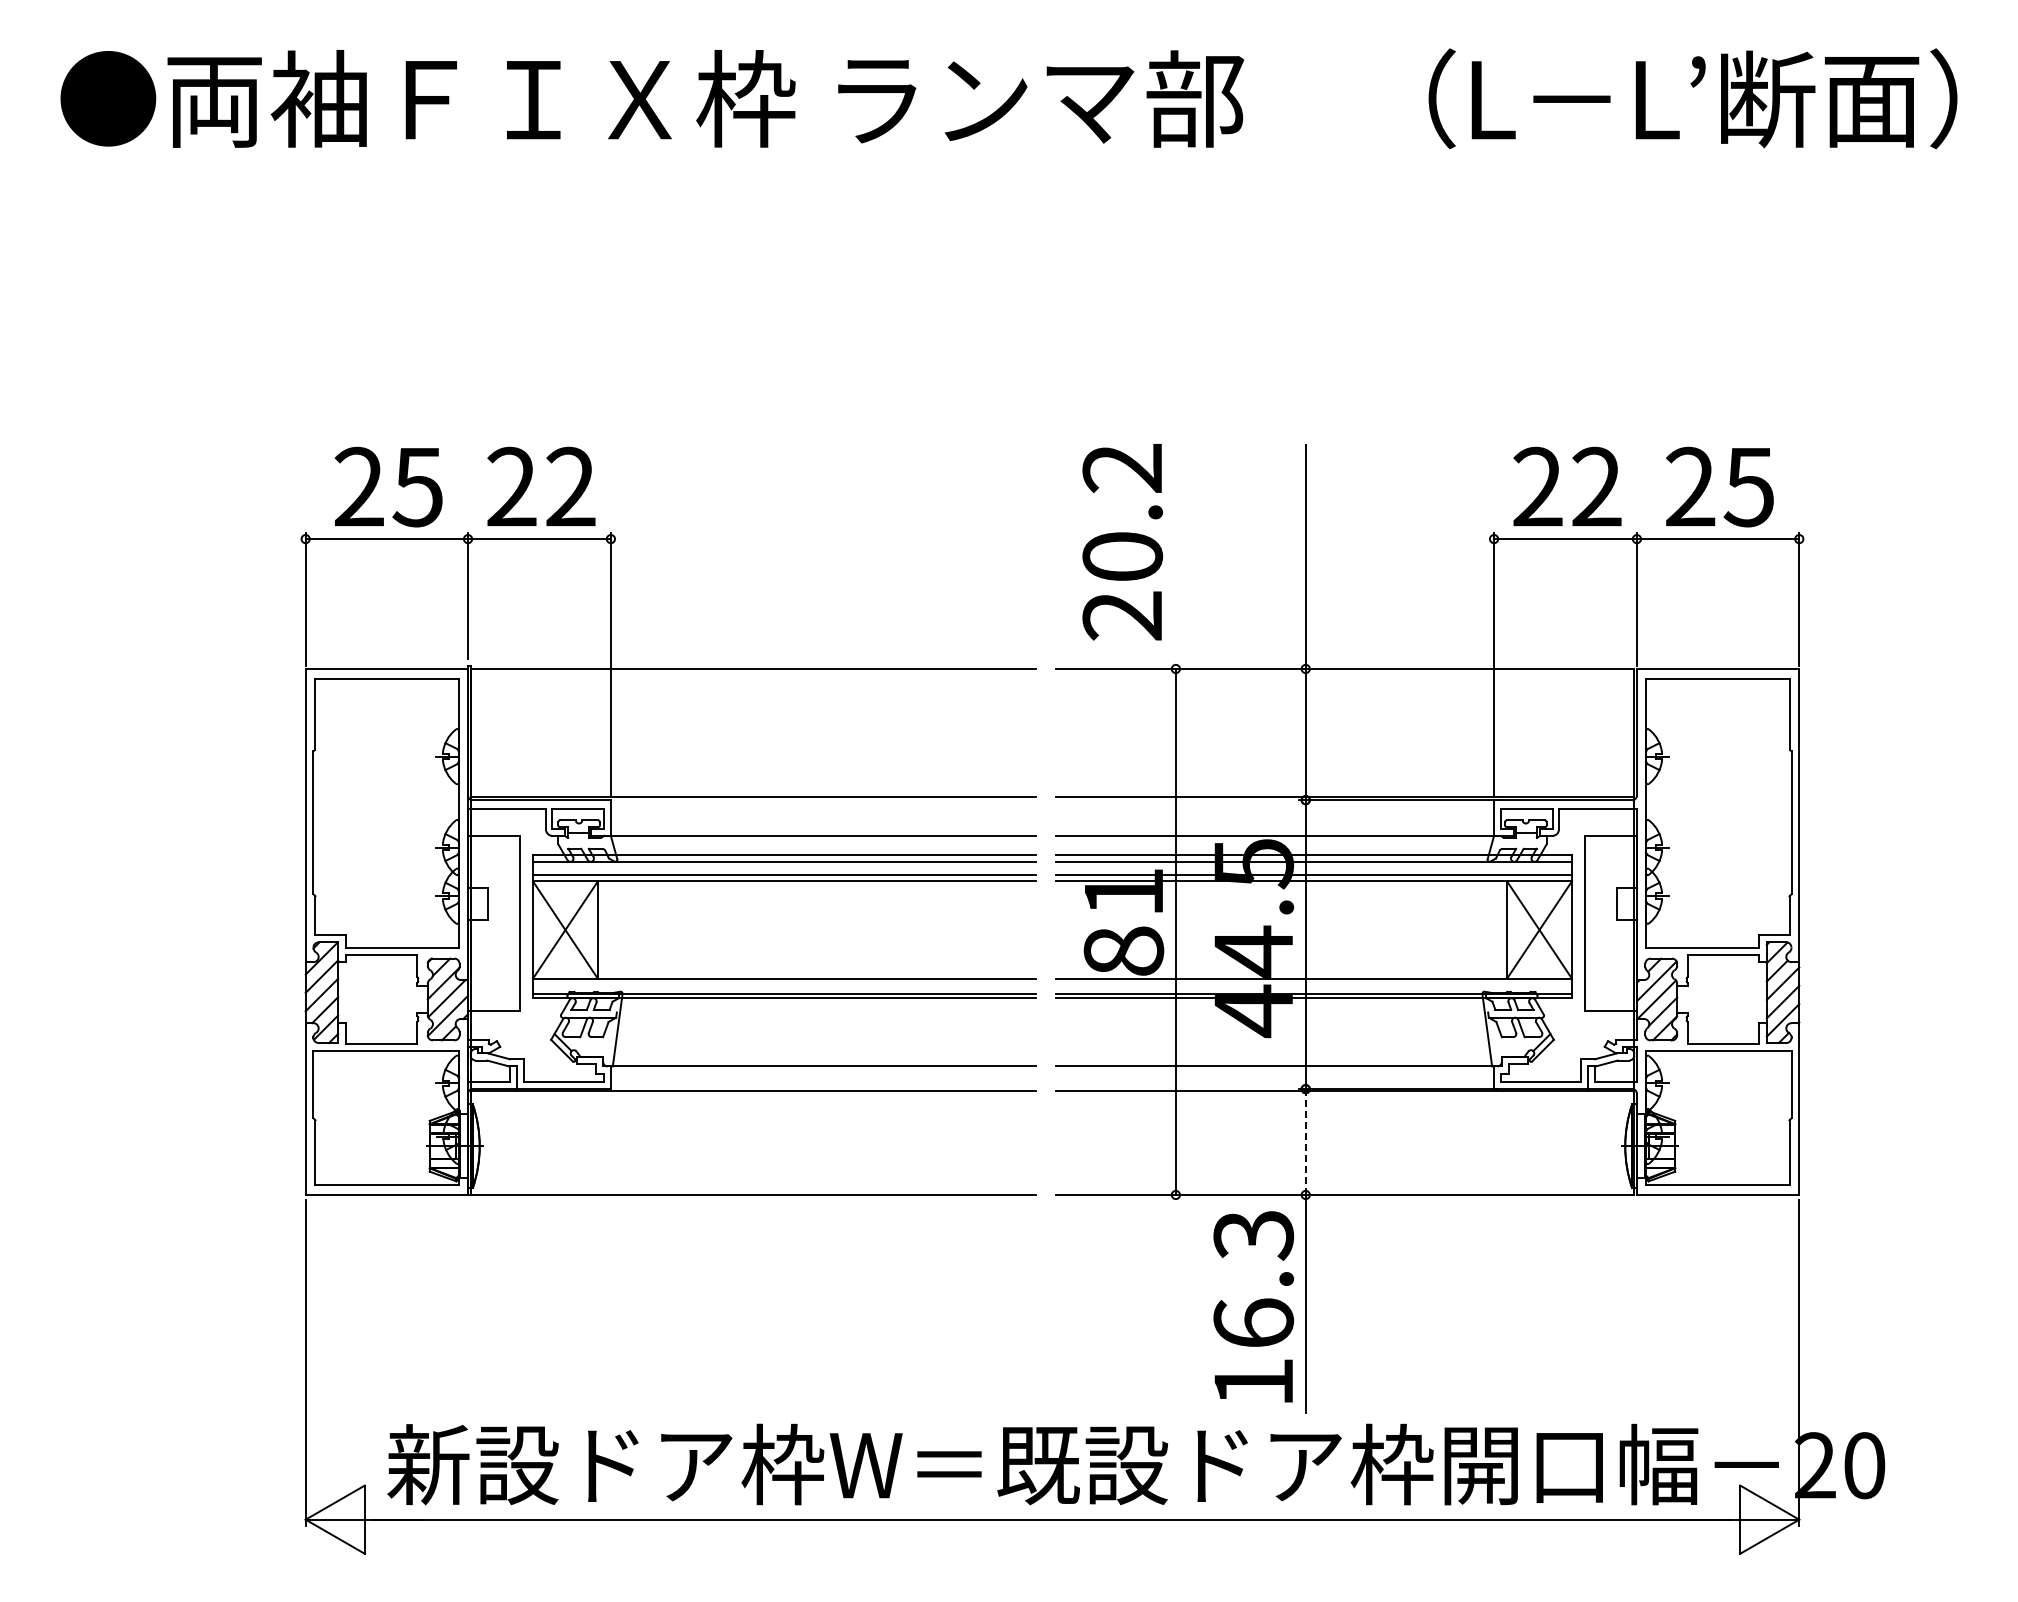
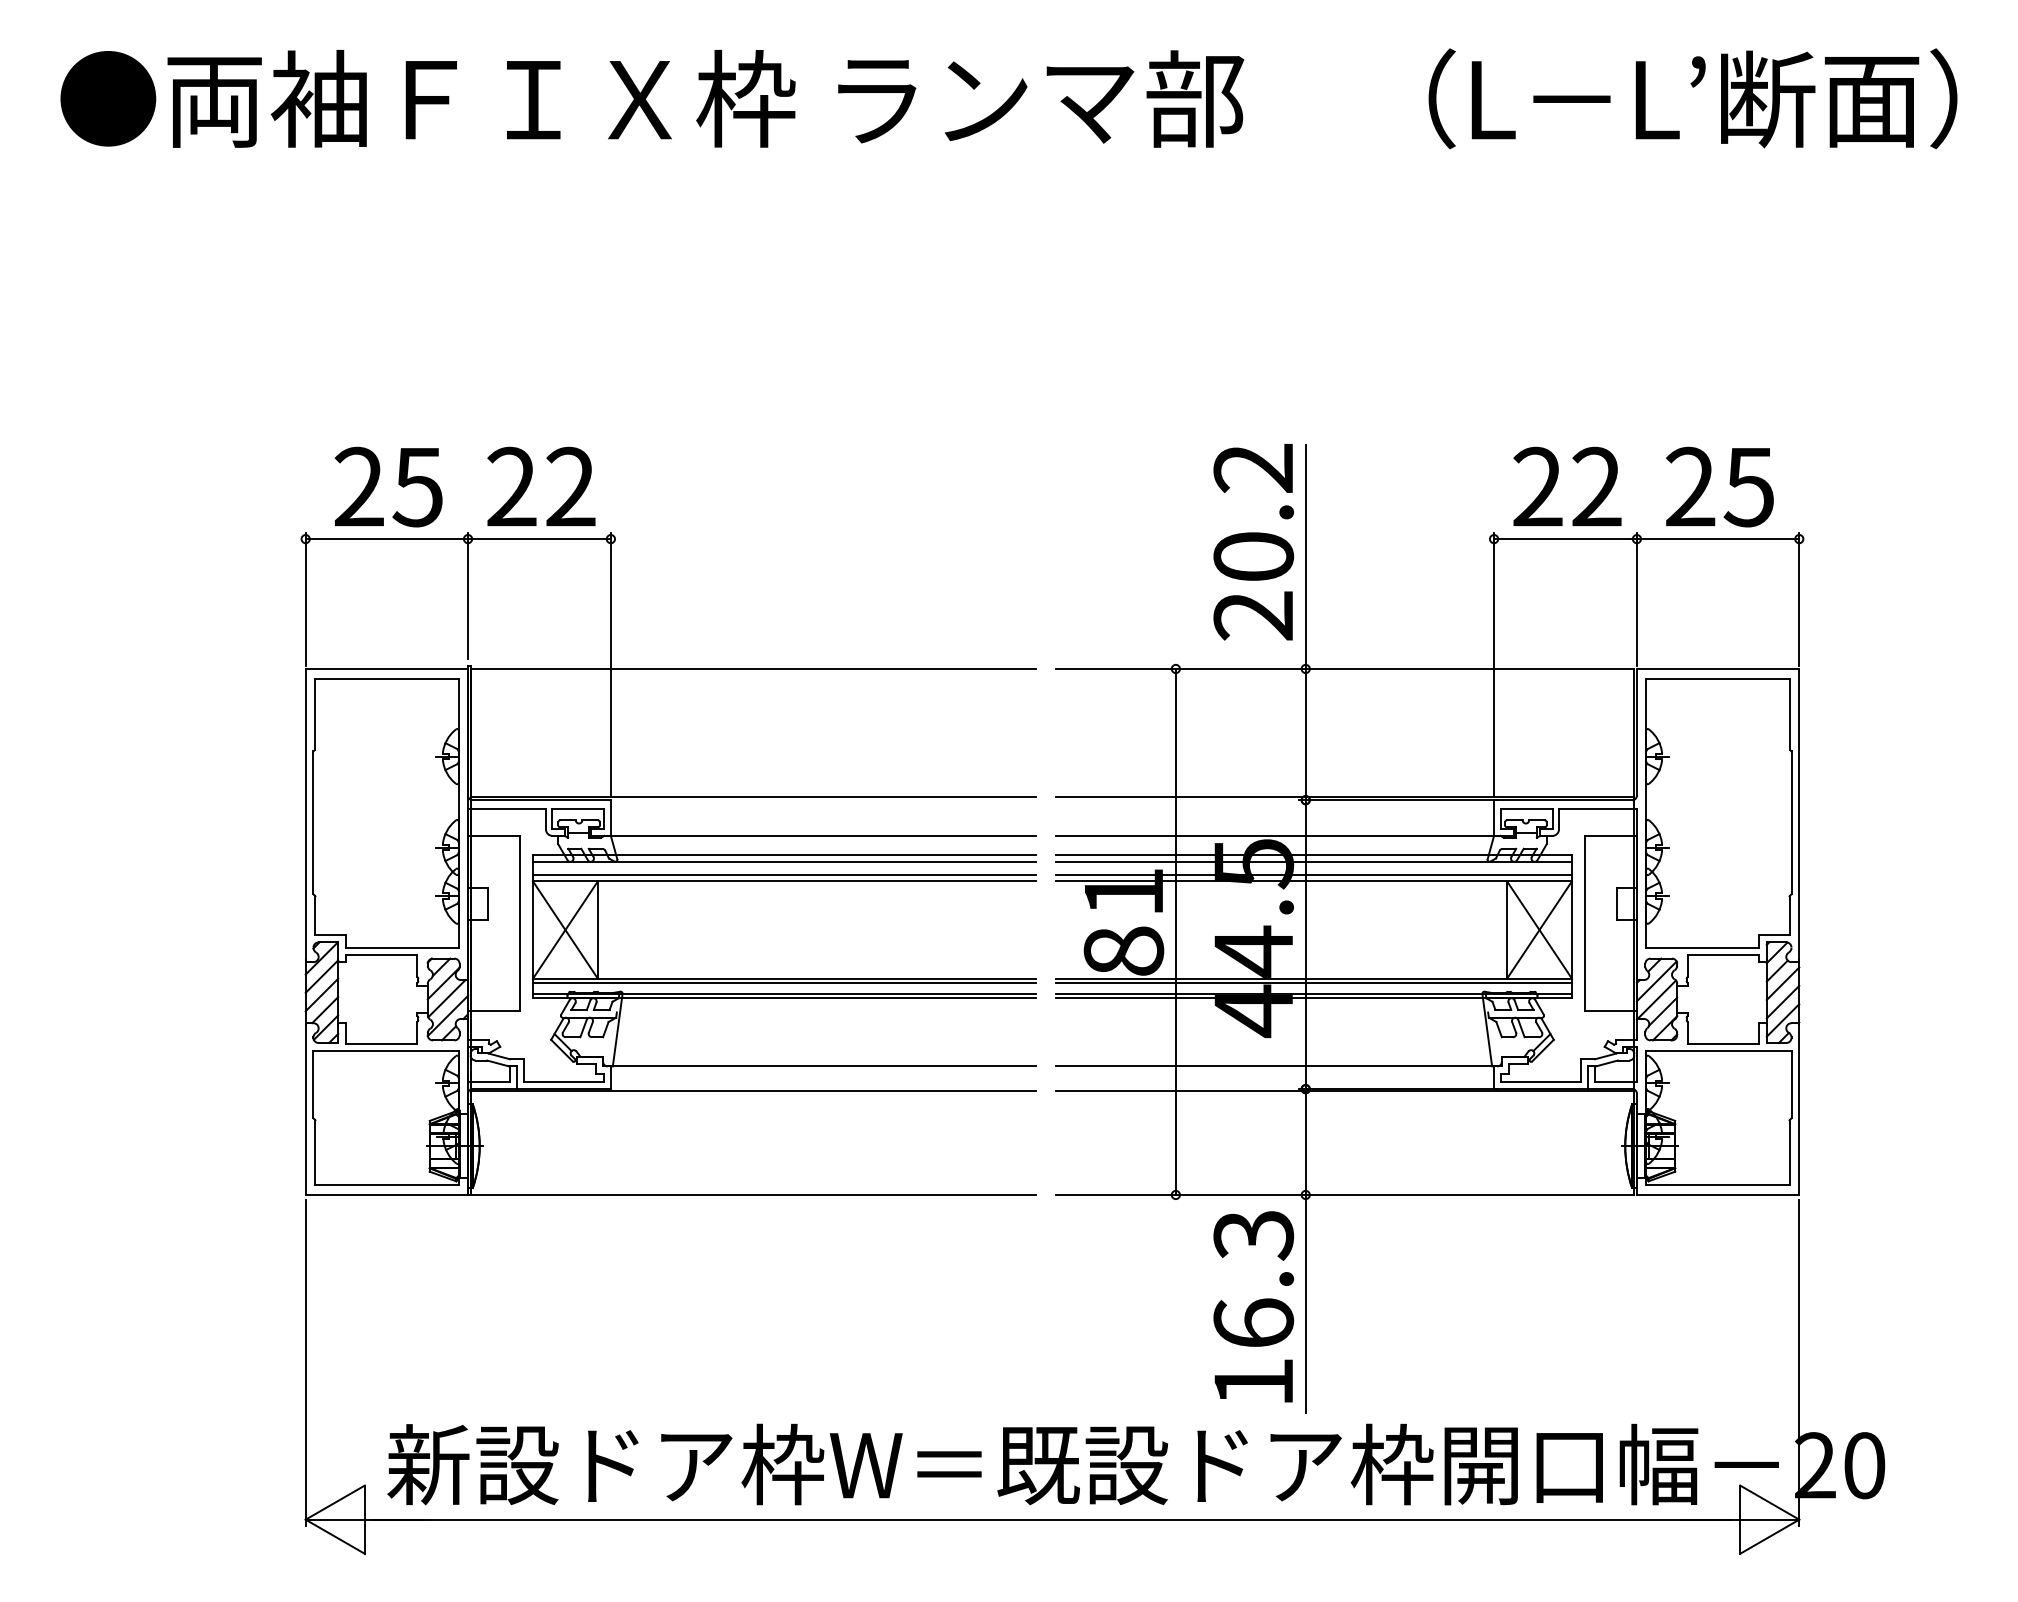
text at (1122, 542) position: (1122, 542) -> (1253, 542)
line at (784, 983): none -> present
line at (1313, 983): none -> present
line at (1305, 1142): dashed -> solid
